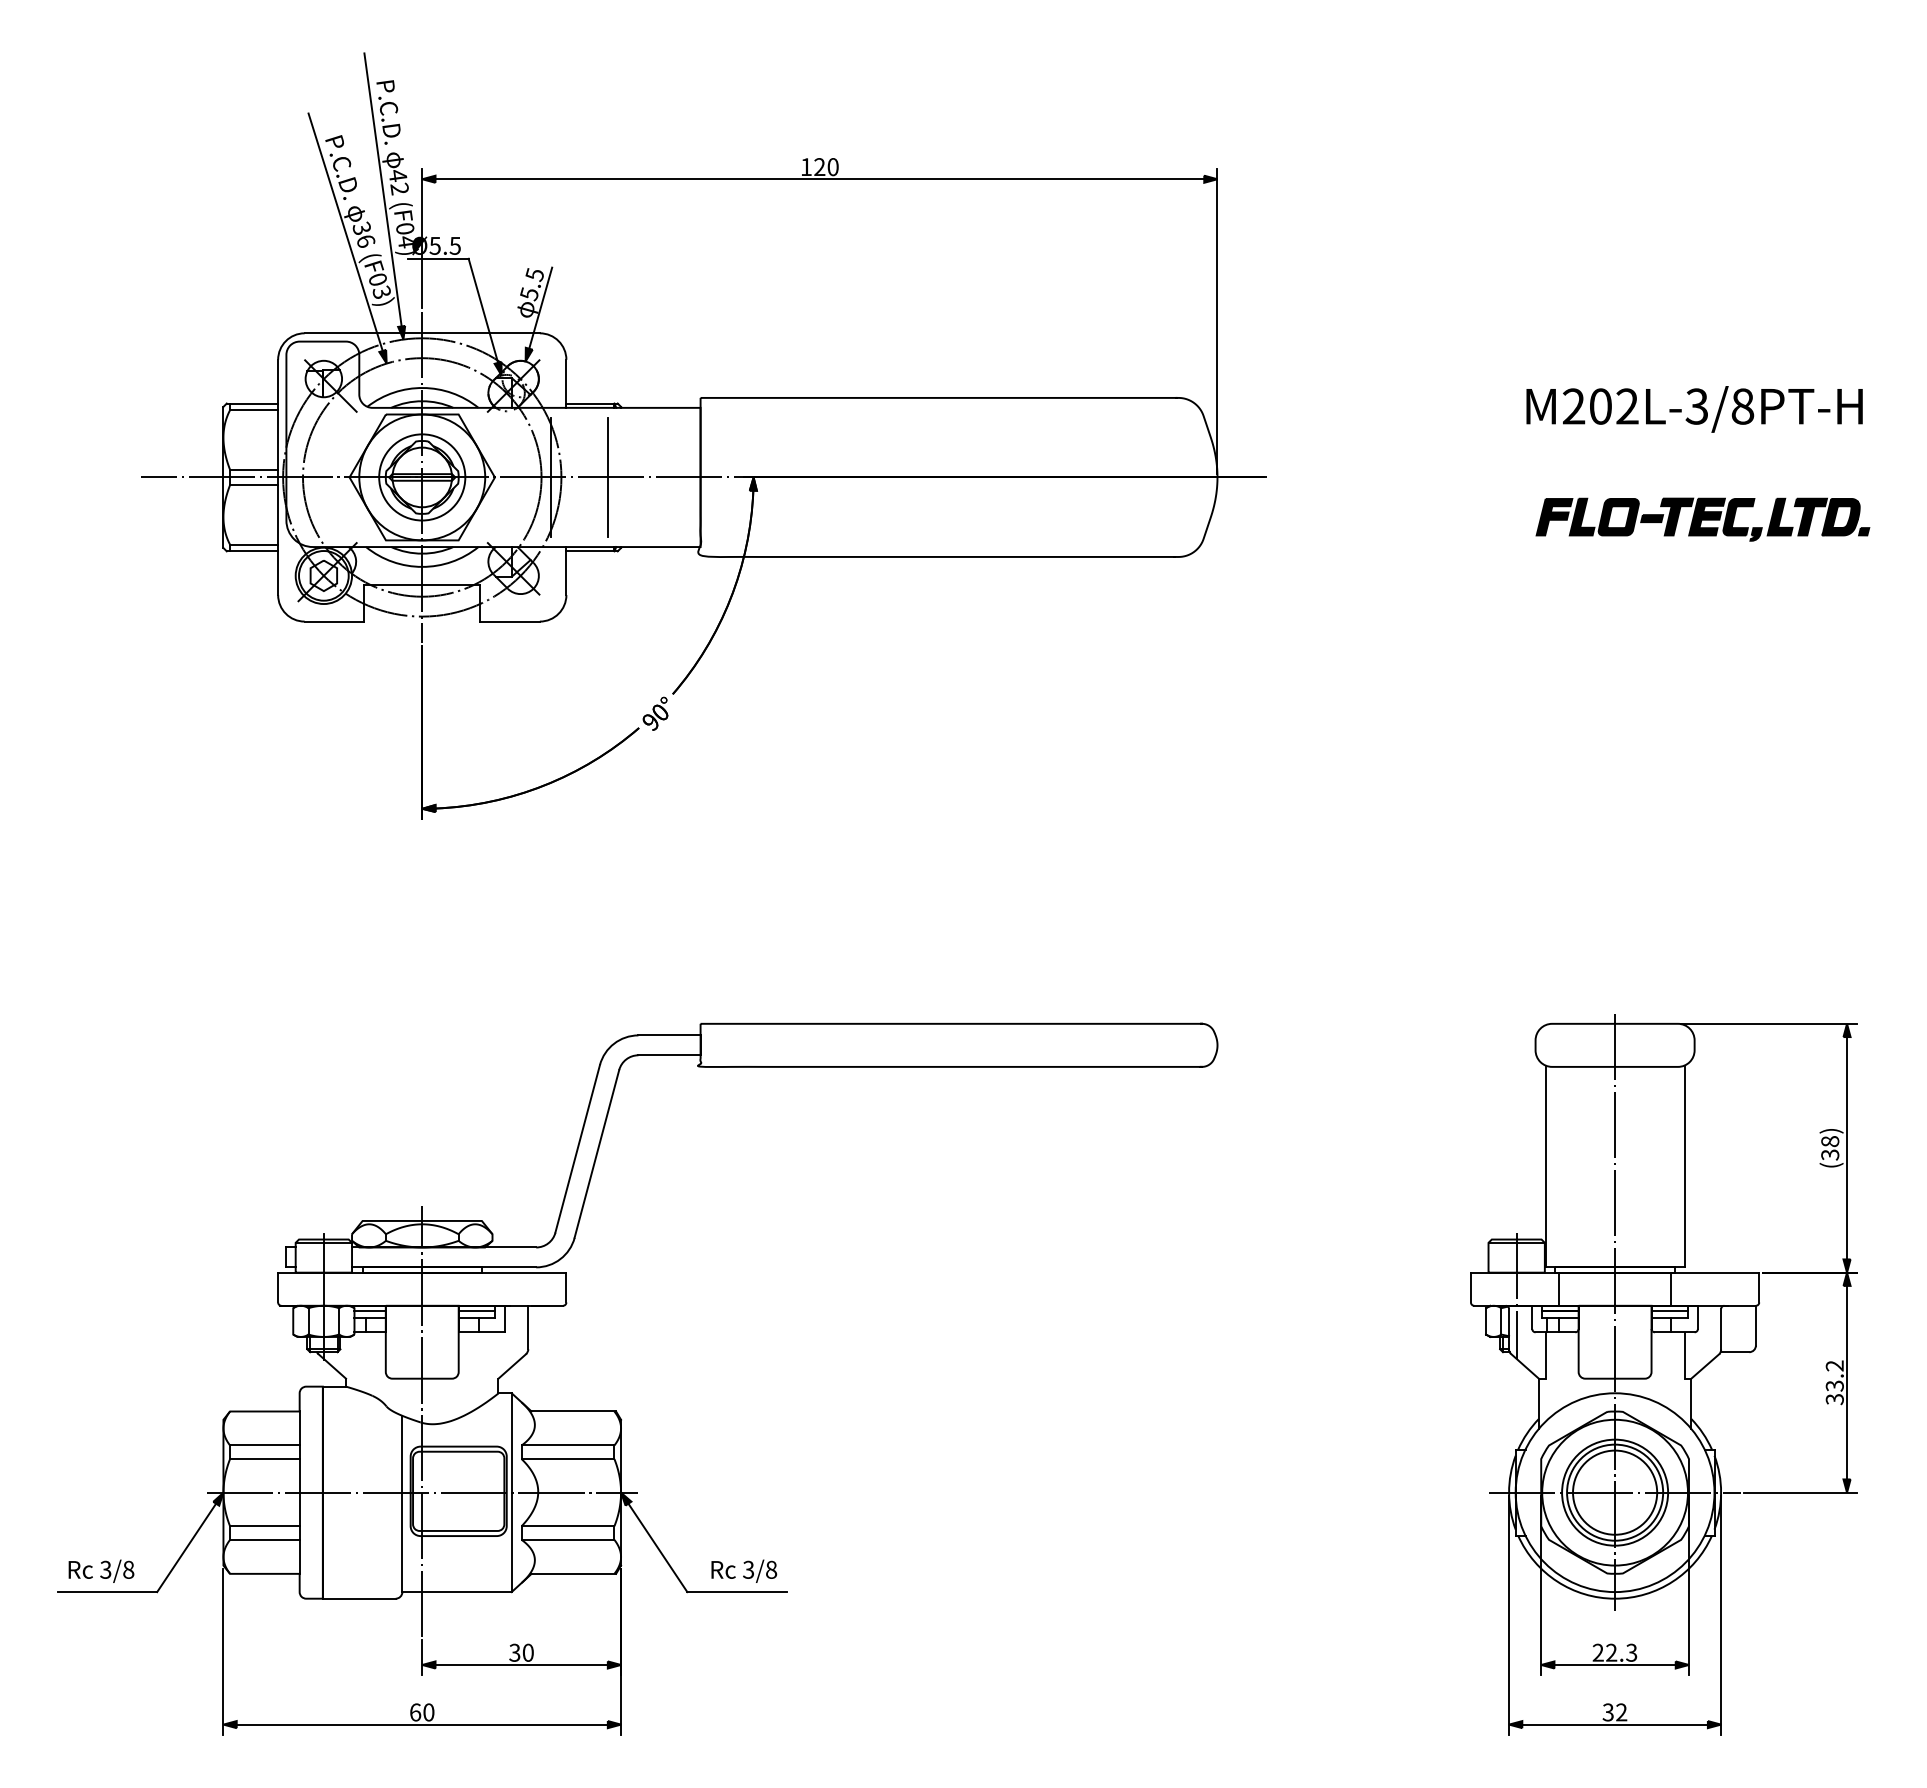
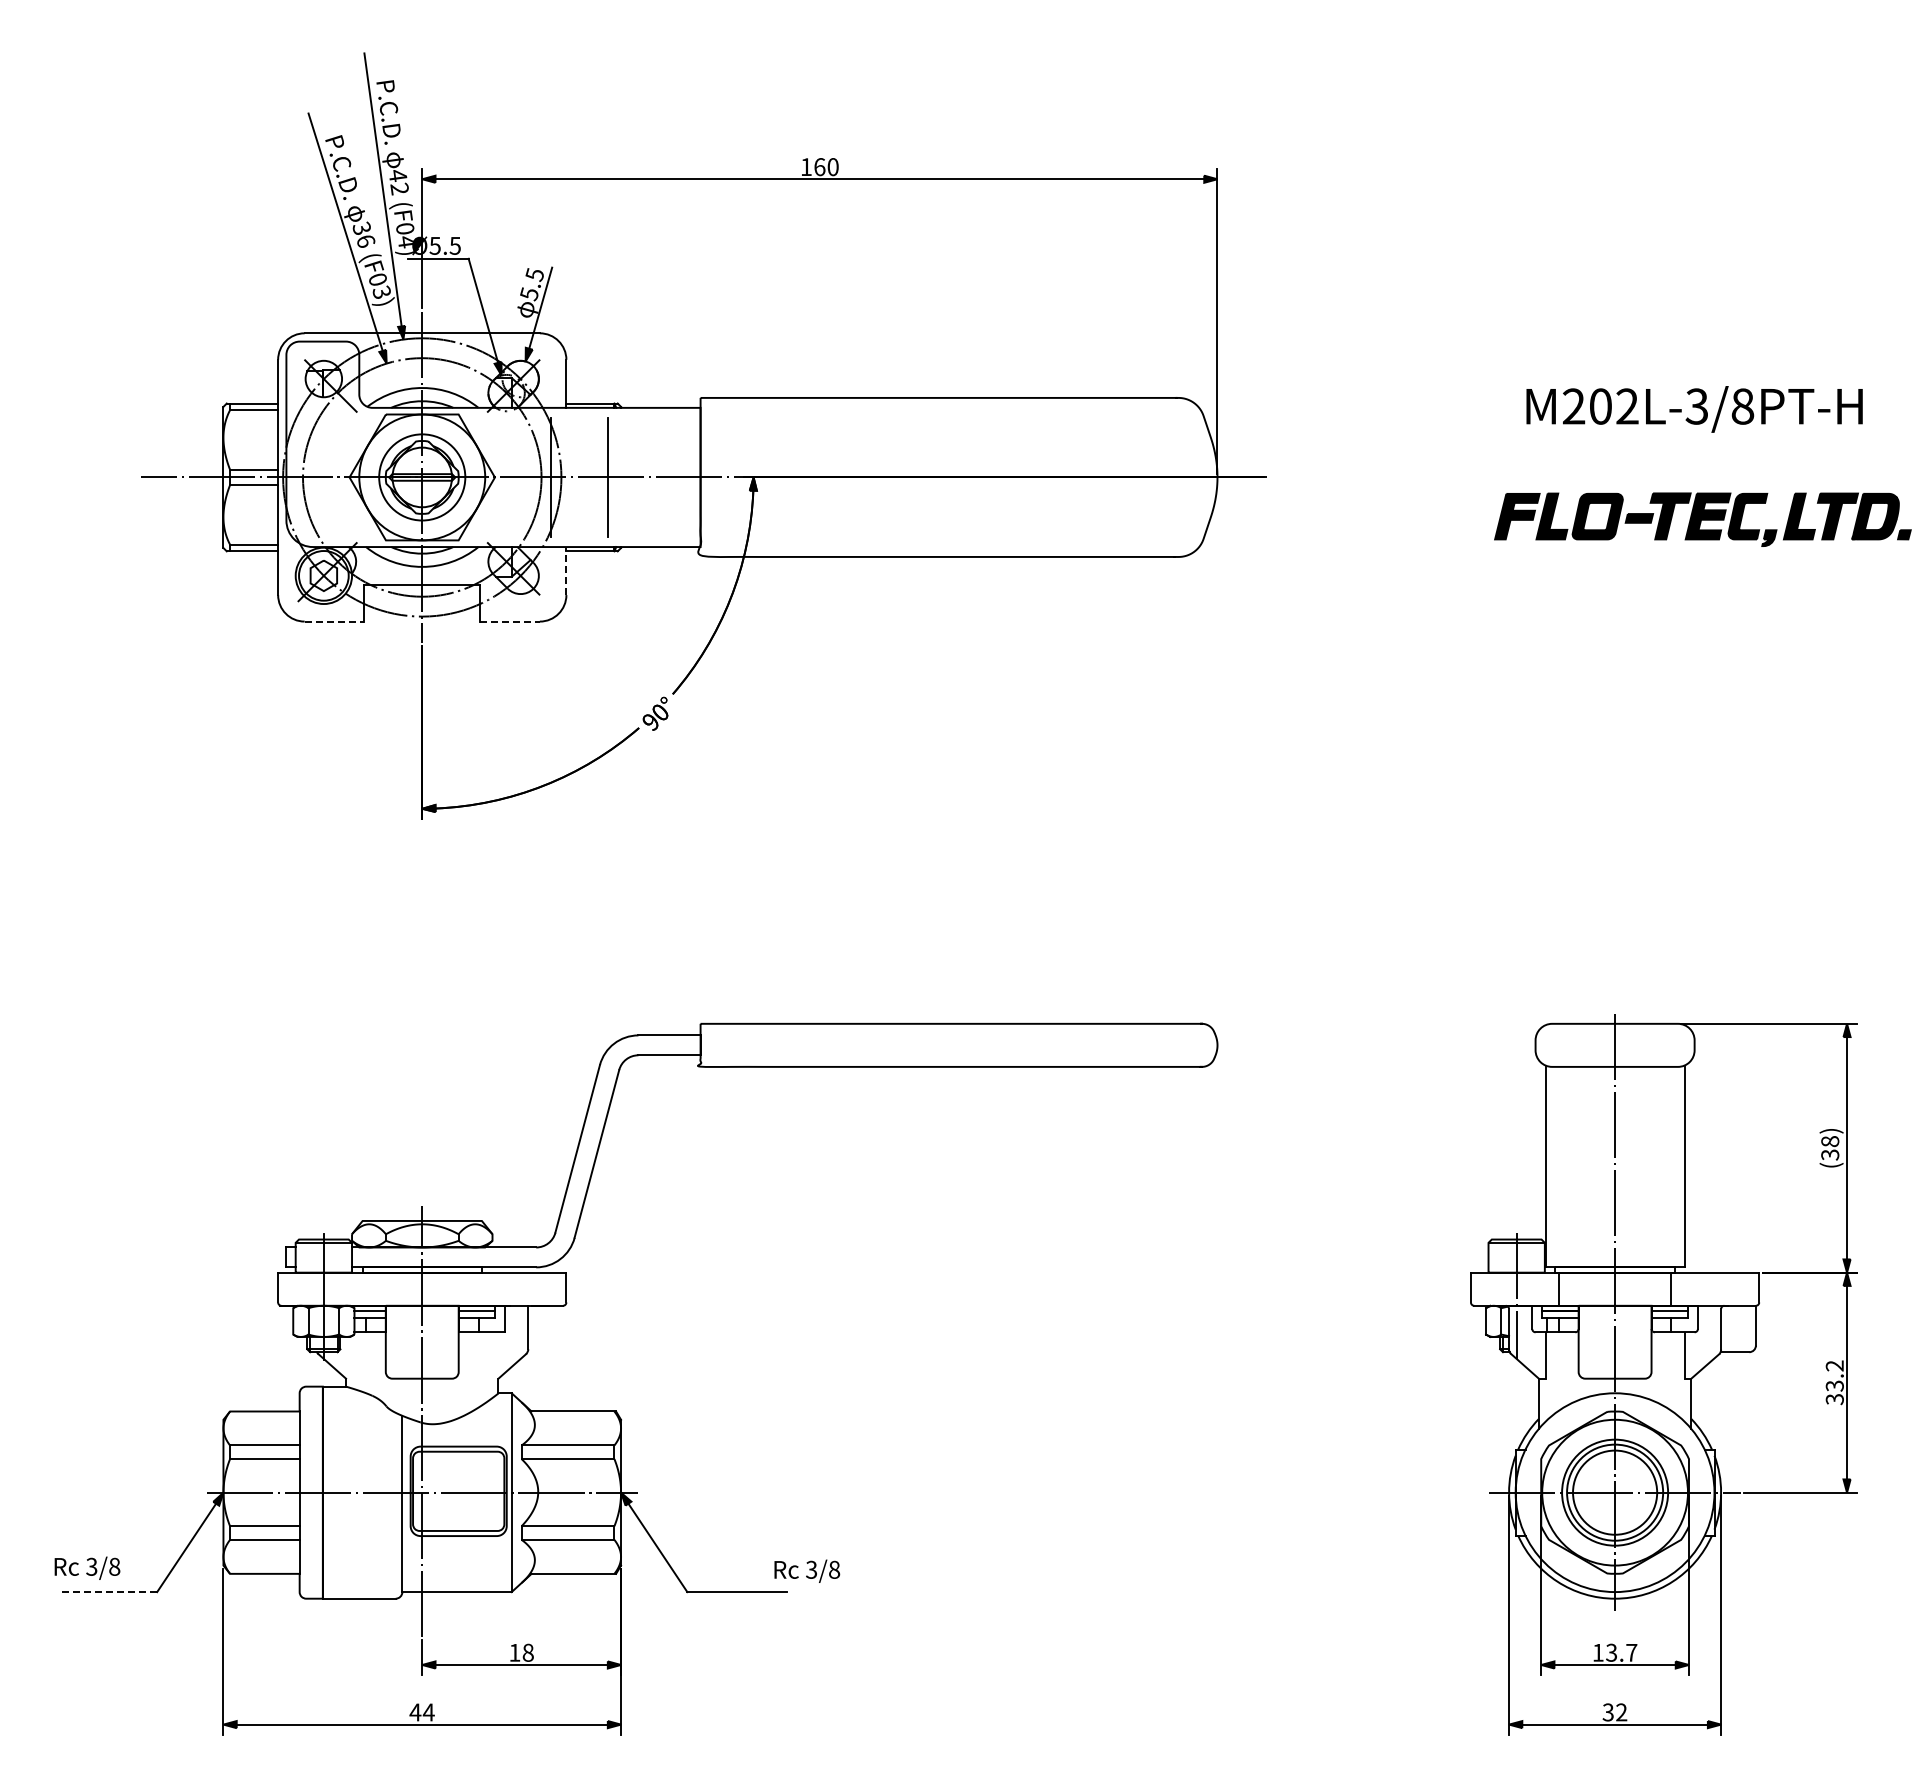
text at (819, 167): 120 -> 160
part at (1702, 519) size: 336x45 px -> 418x55 px
line at (566, 570): solid -> dashed
line at (334, 621): solid -> dashed
line at (510, 621): solid -> dashed
text at (101, 1570) position: (101, 1570) -> (87, 1567)
text at (744, 1570) position: (744, 1570) -> (807, 1570)
line at (107, 1592): solid -> dashed
text at (521, 1652): 30 -> 18
text at (1614, 1652): 22.3 -> 13.7
text at (421, 1712): 60 -> 44
